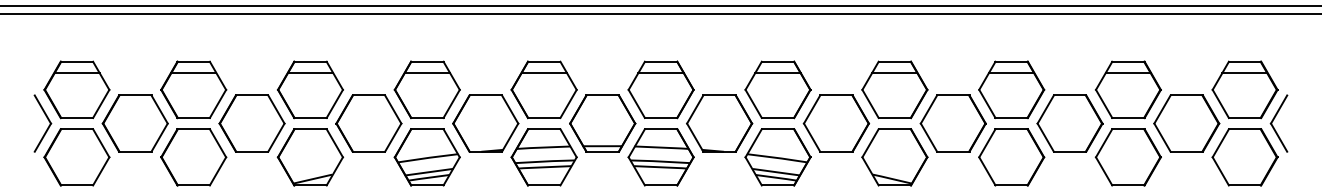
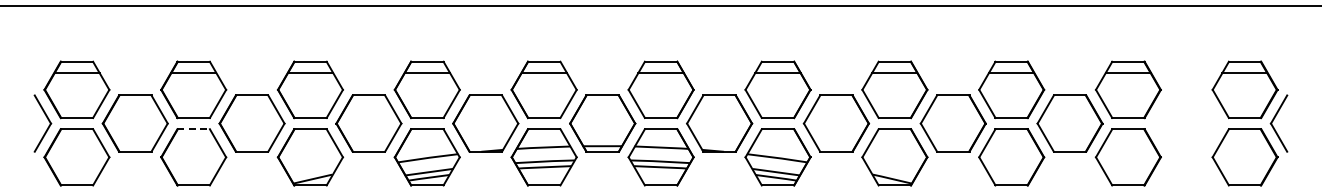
line at (660, 14): present -> none
part at (1186, 123): present -> none
line at (194, 129): solid -> dashed
